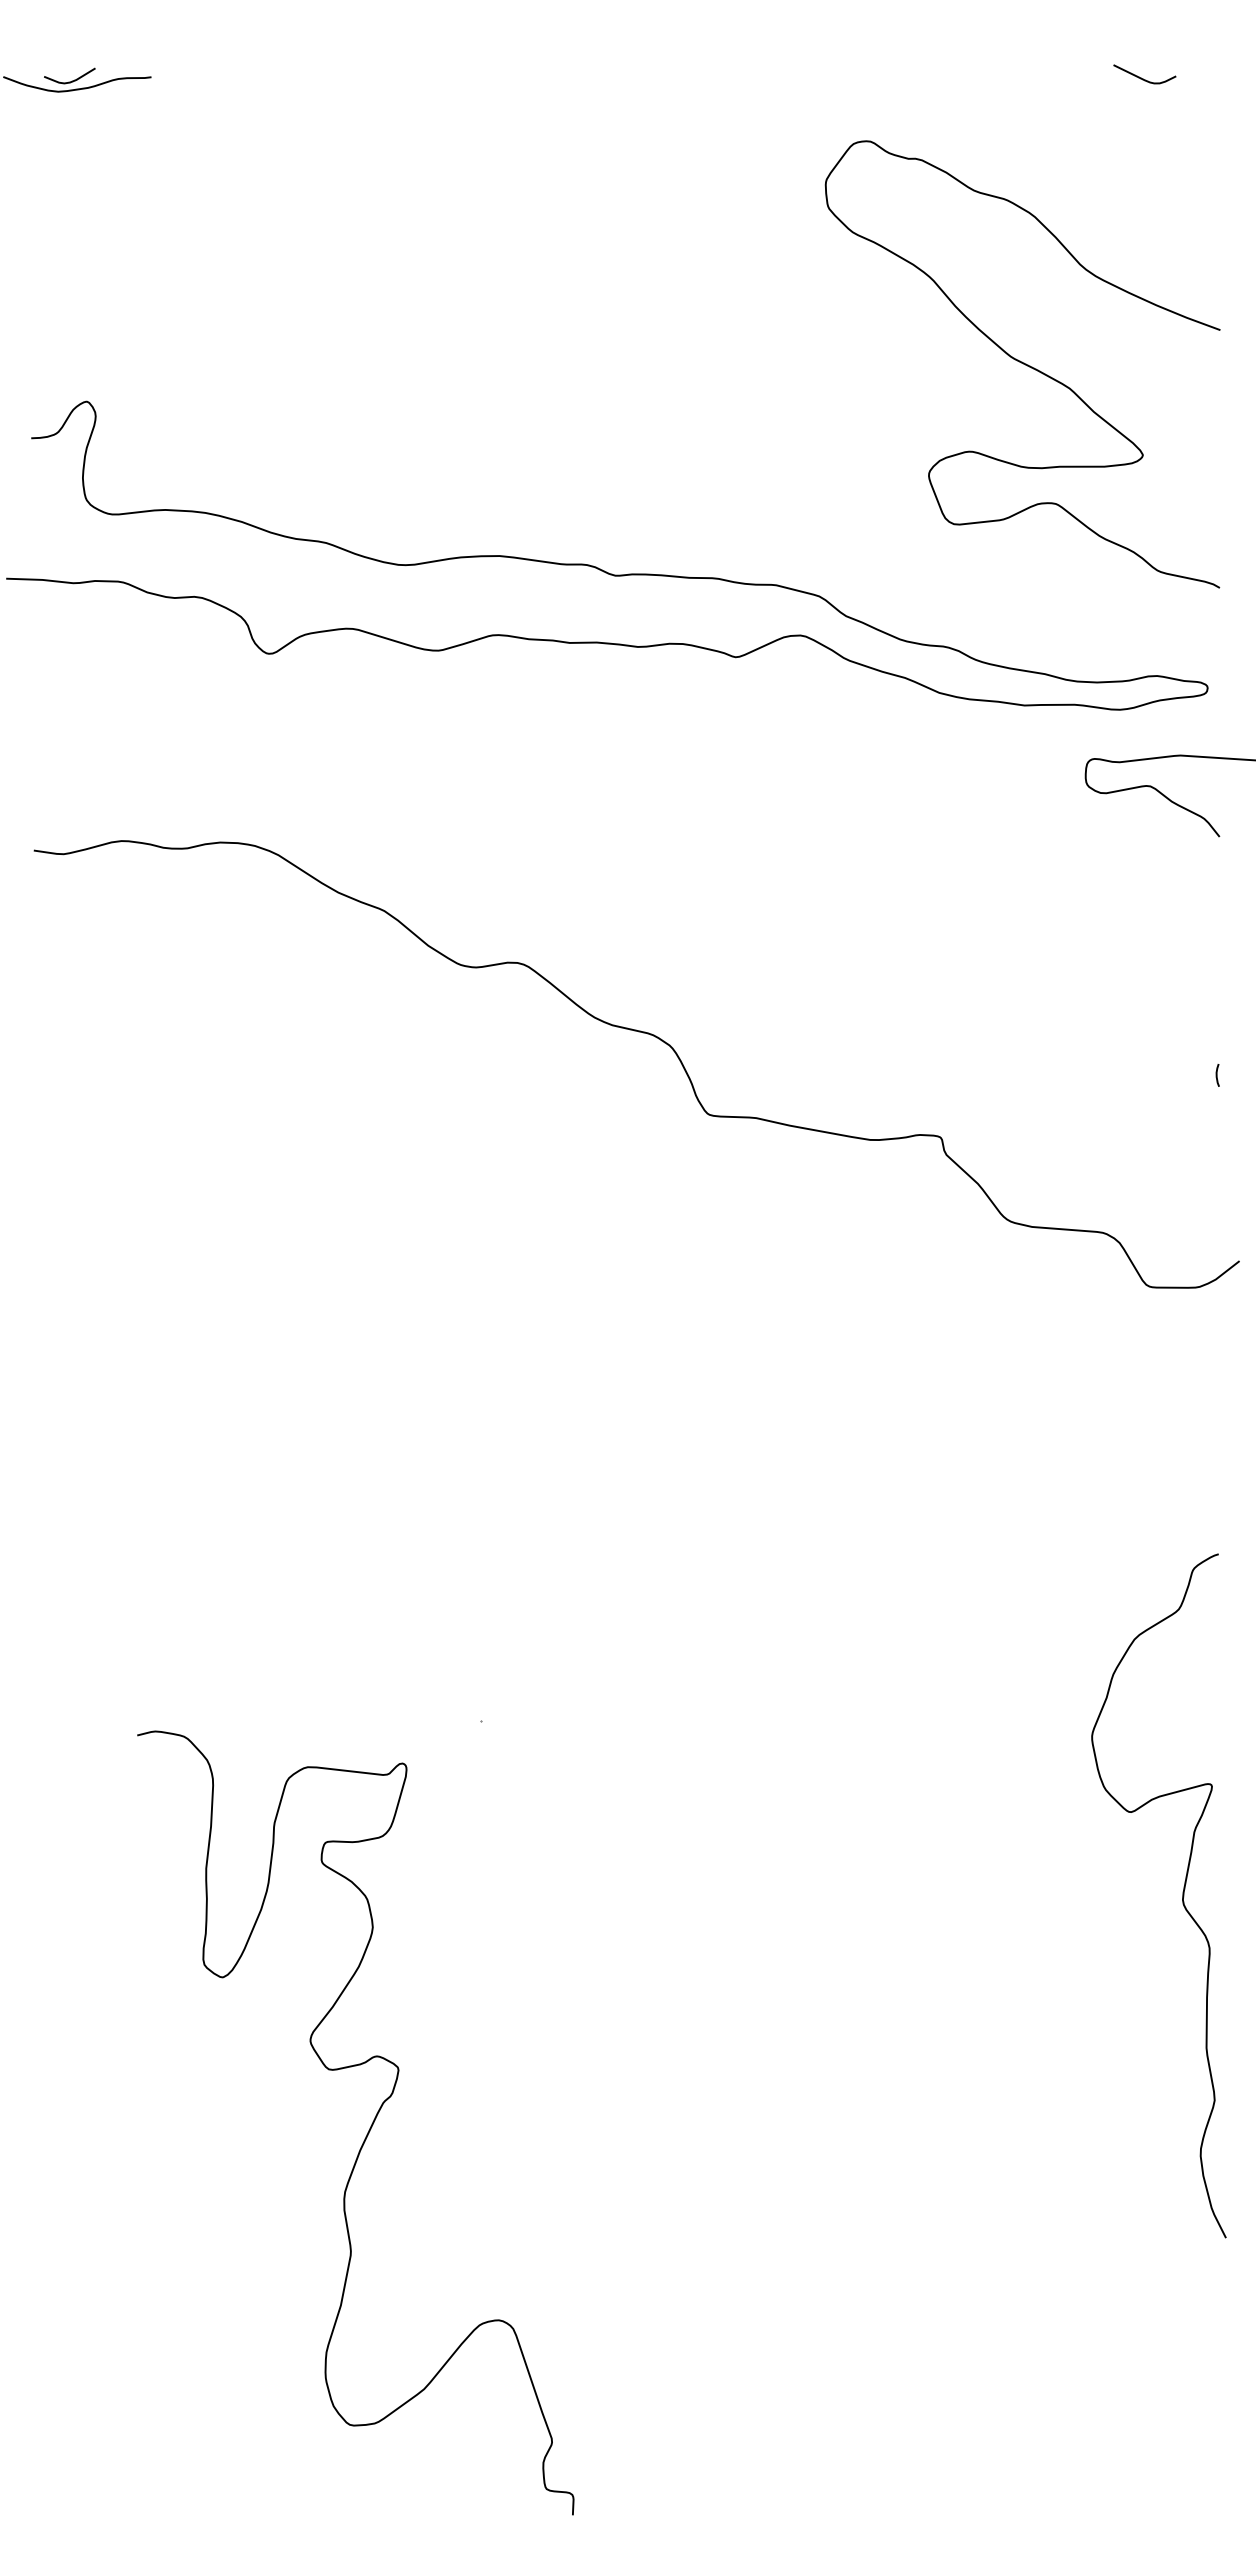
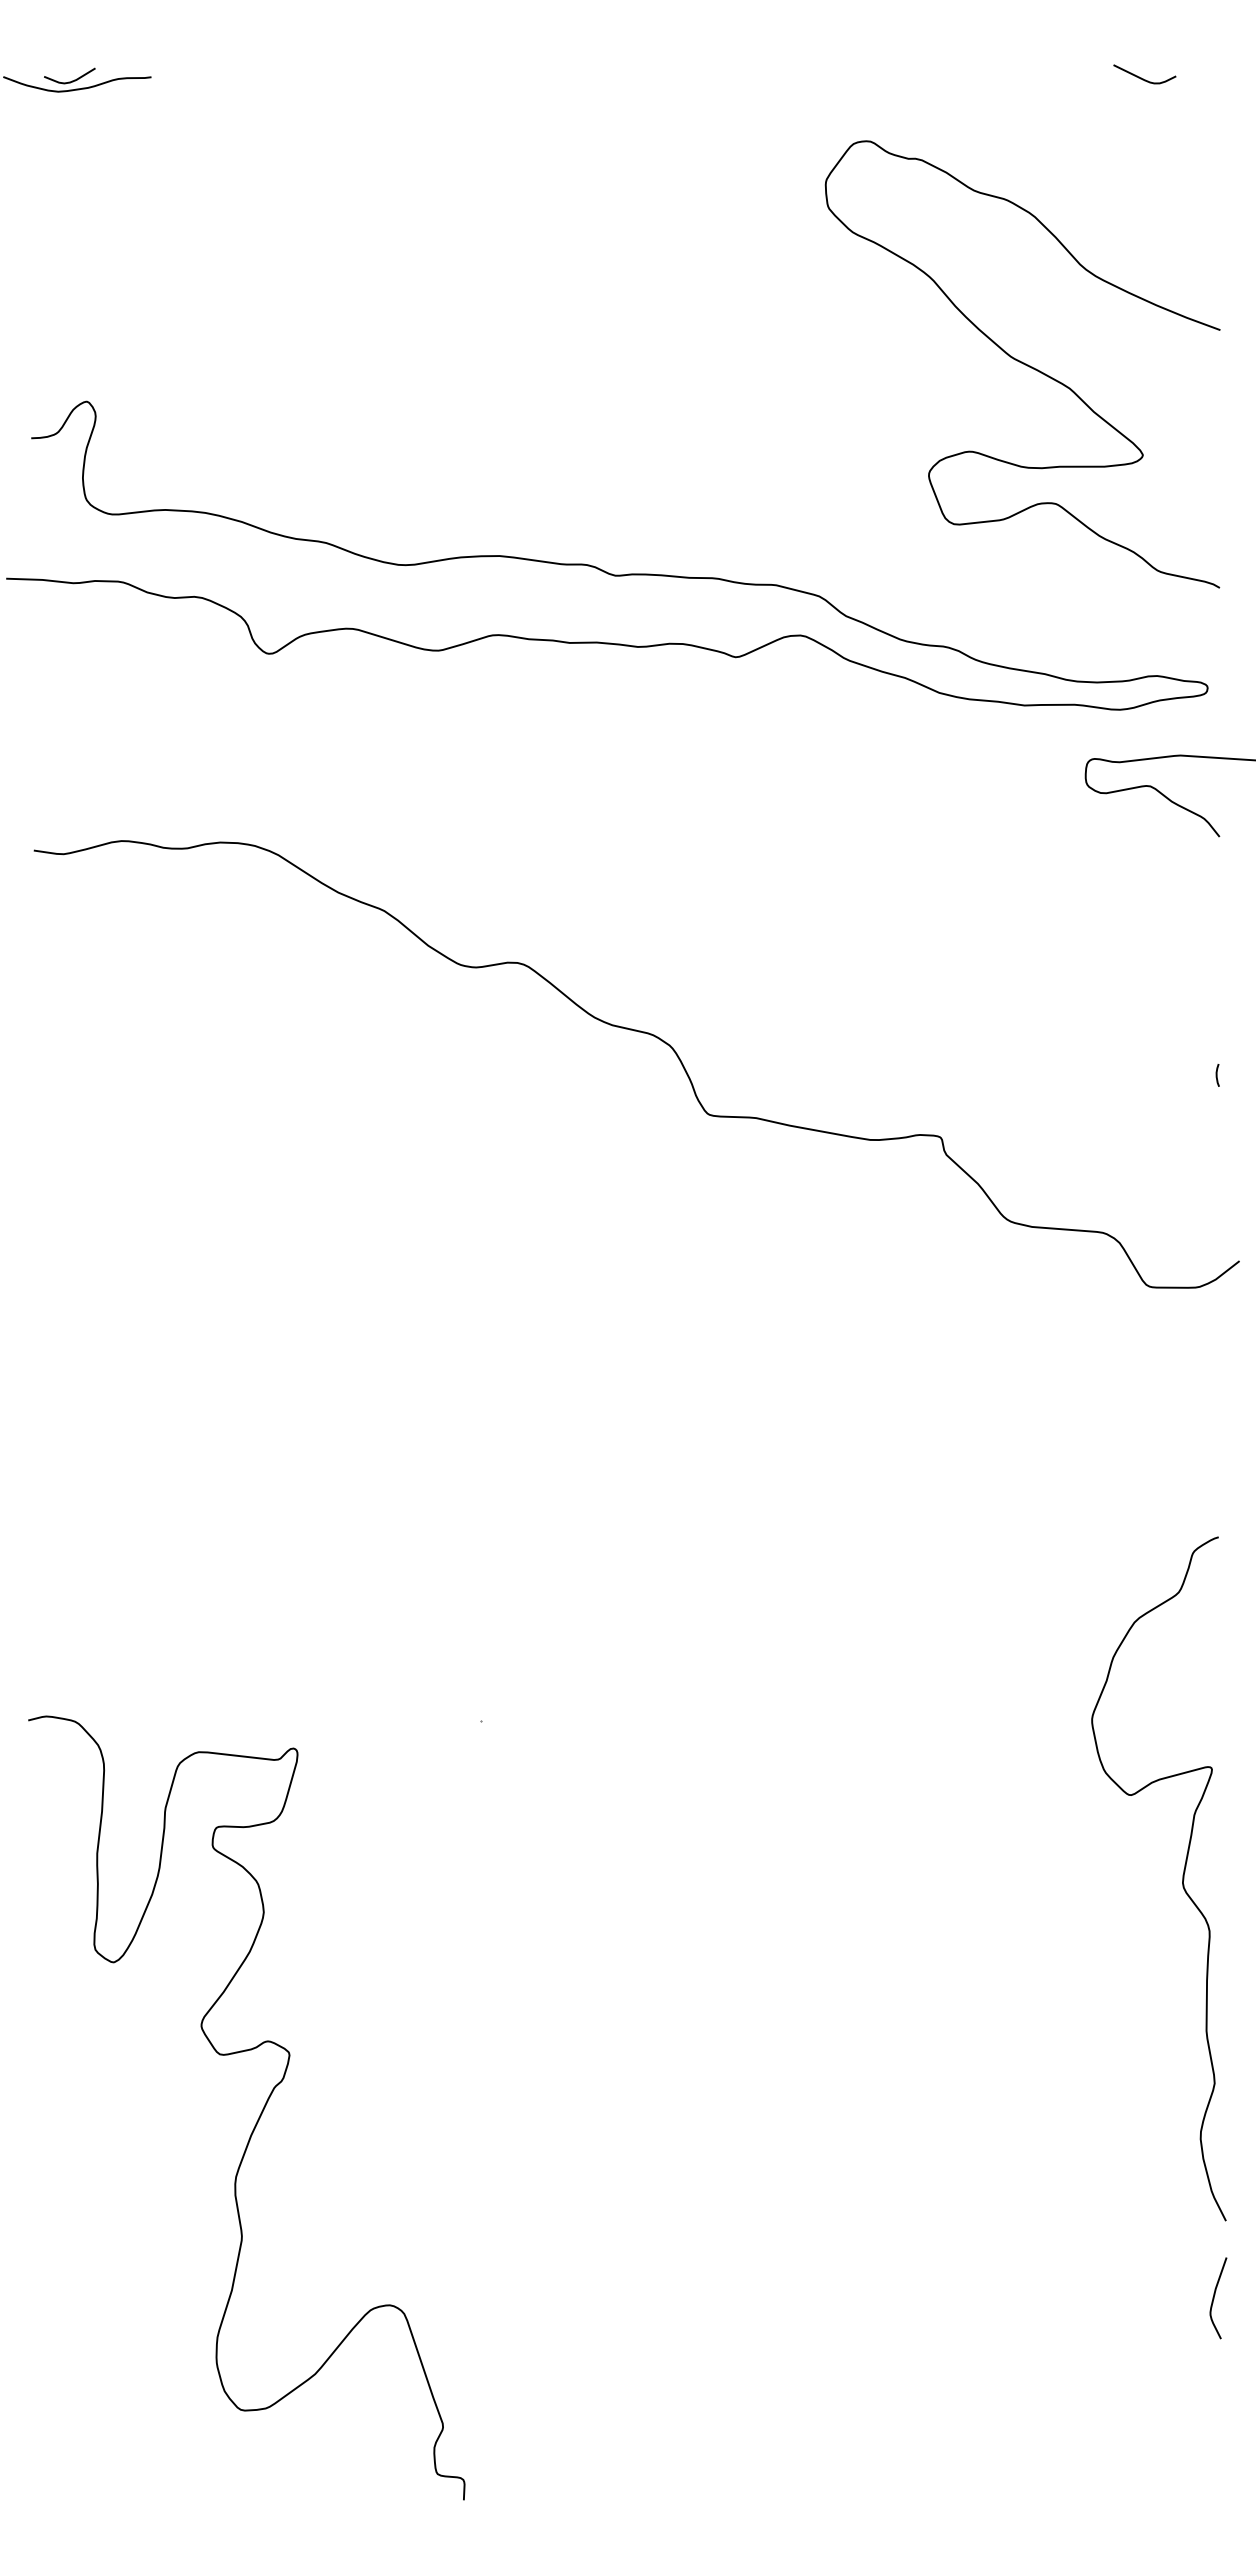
curve at (1182, 1895) position: (1182, 1895) -> (1182, 1878)
curve at (369, 2128) position: (369, 2128) -> (260, 2113)
curve at (1214, 2298): none -> present
